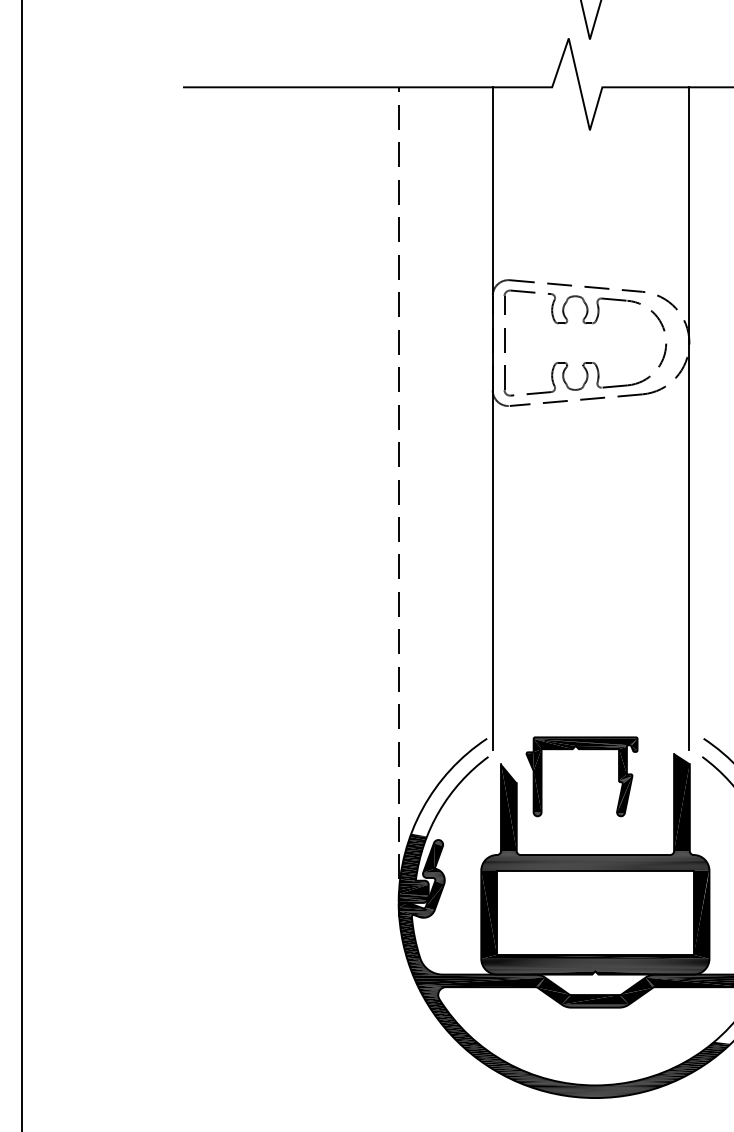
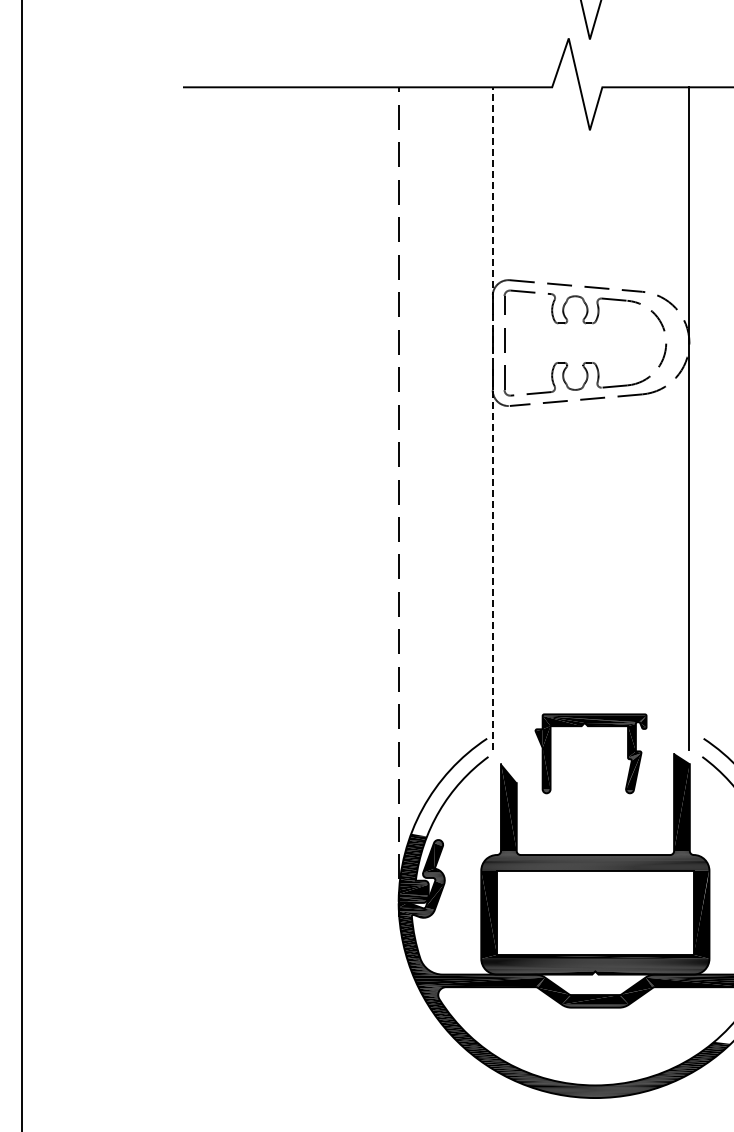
line at (492, 417): solid -> dashed
part at (581, 750) position: (581, 750) -> (590, 727)
